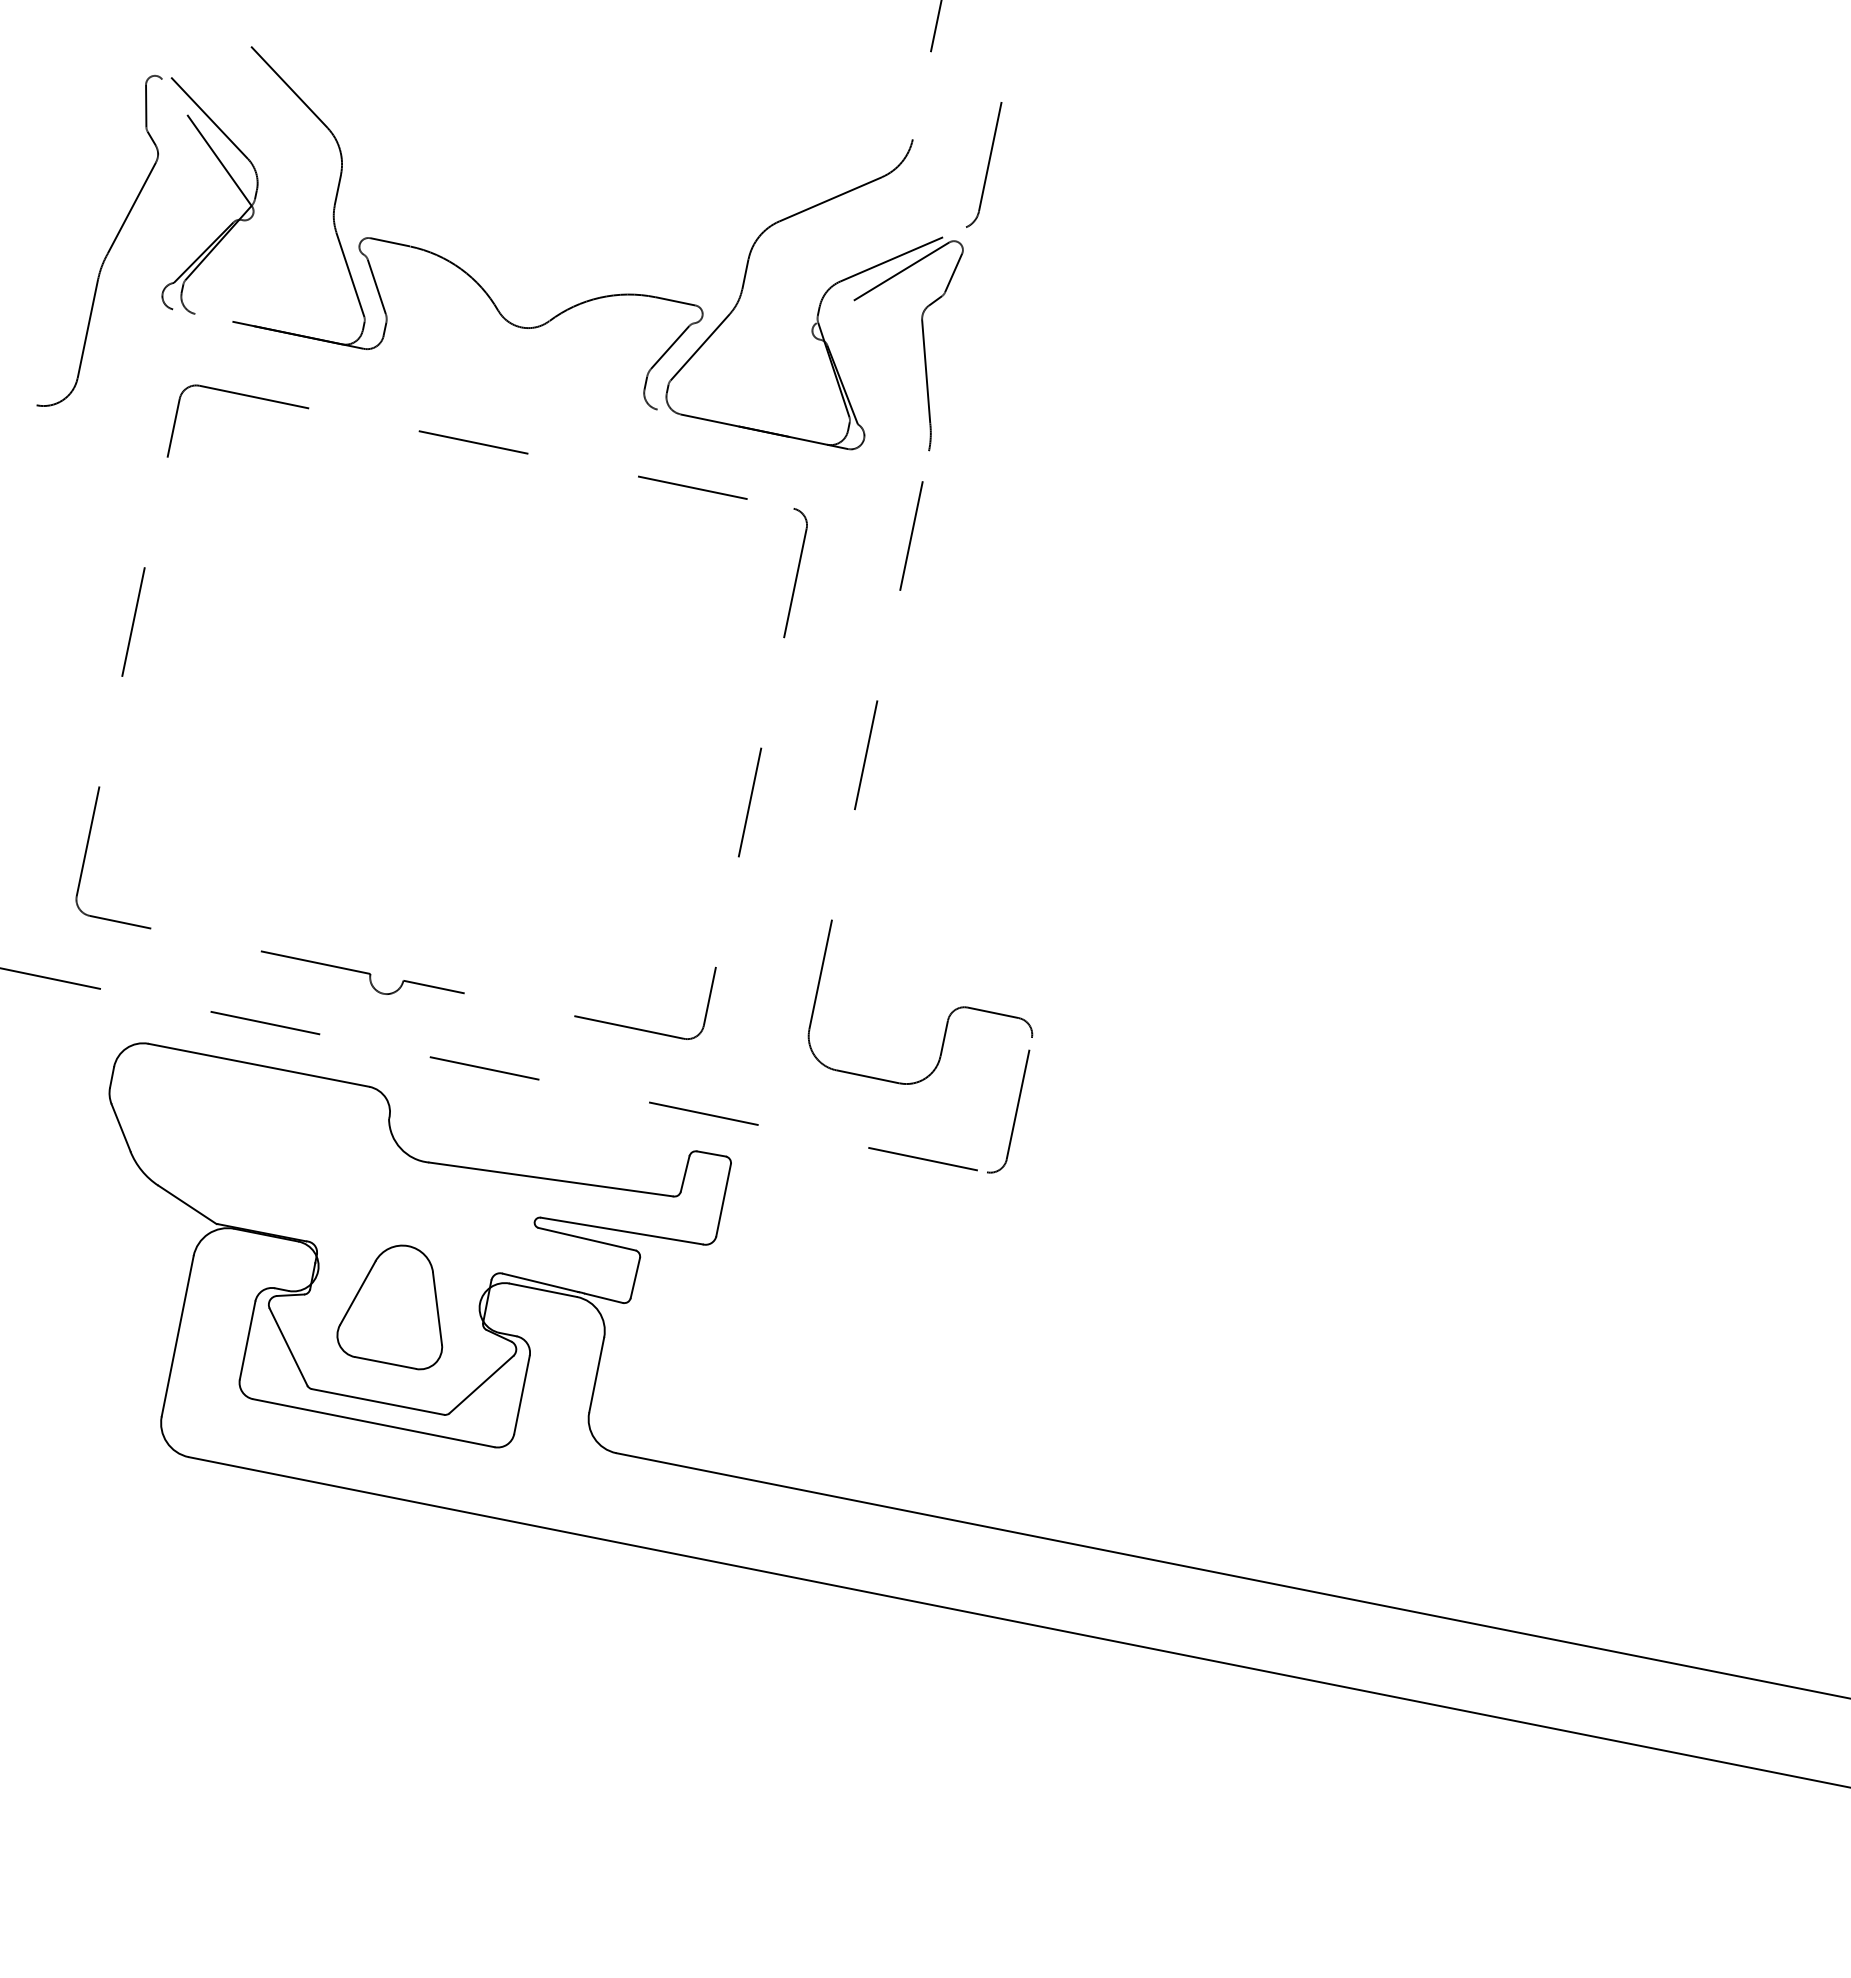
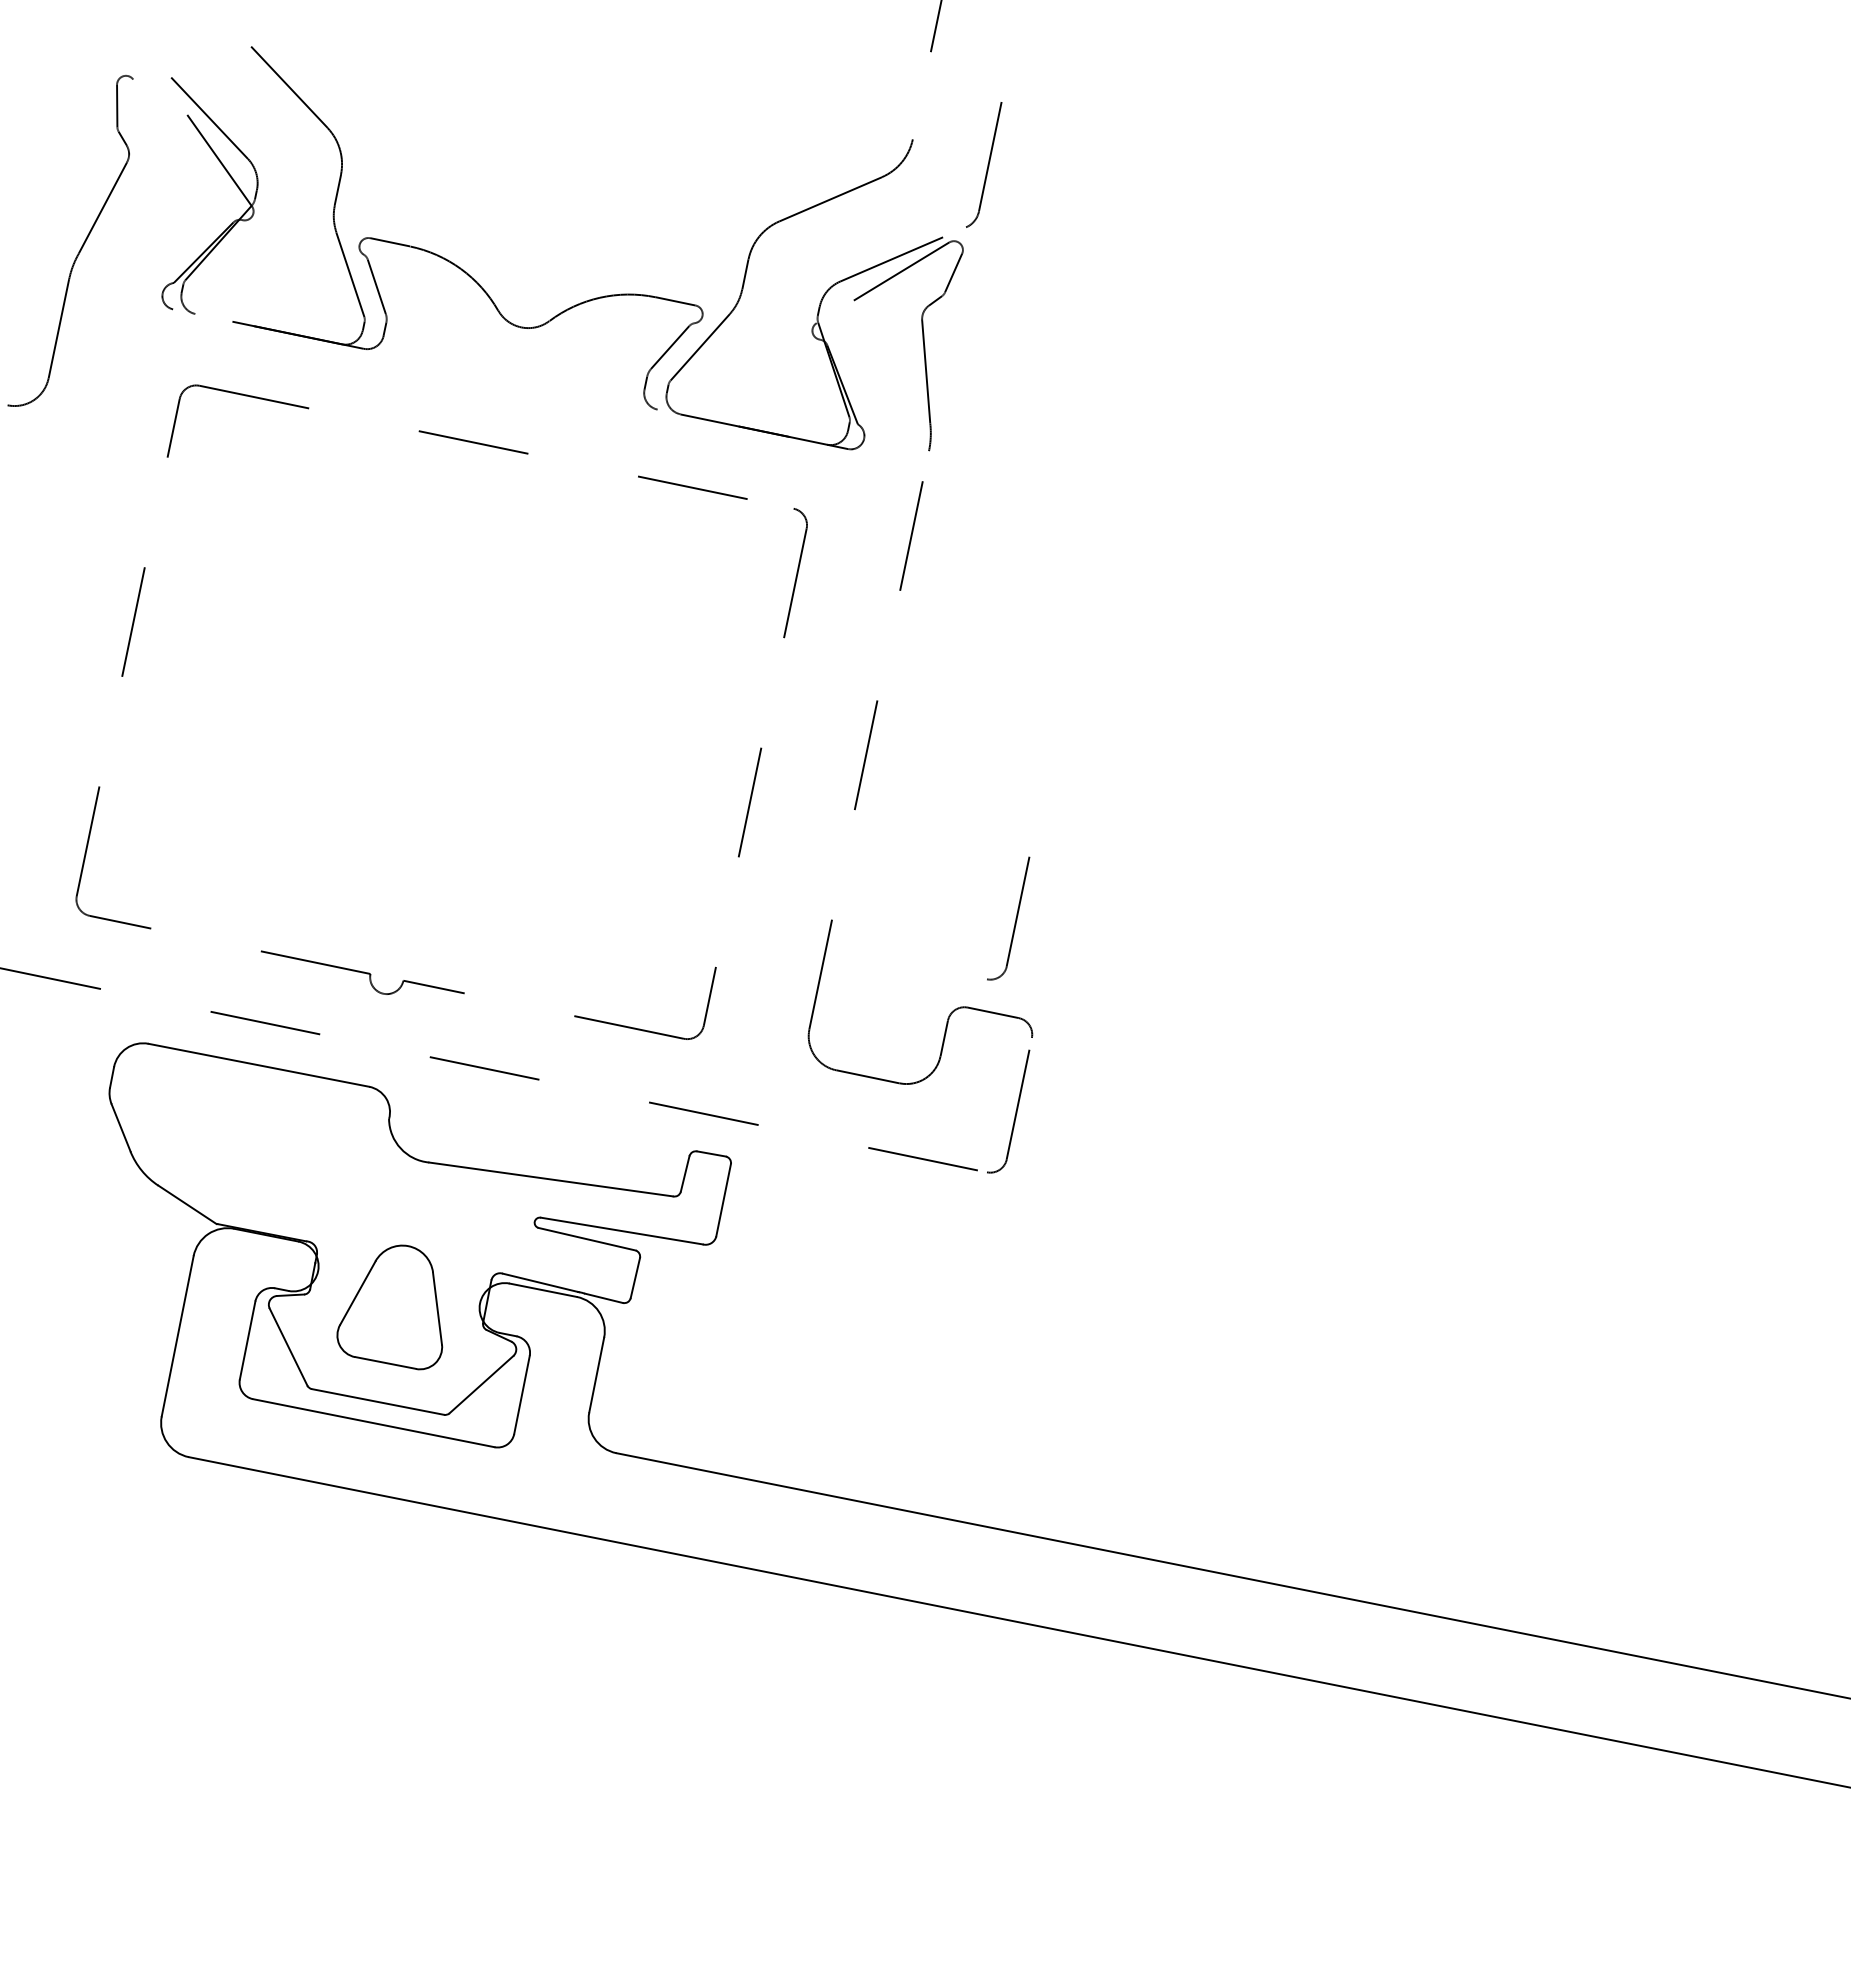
part at (110, 246) position: (110, 246) -> (81, 246)
part at (1015, 918): none -> present
